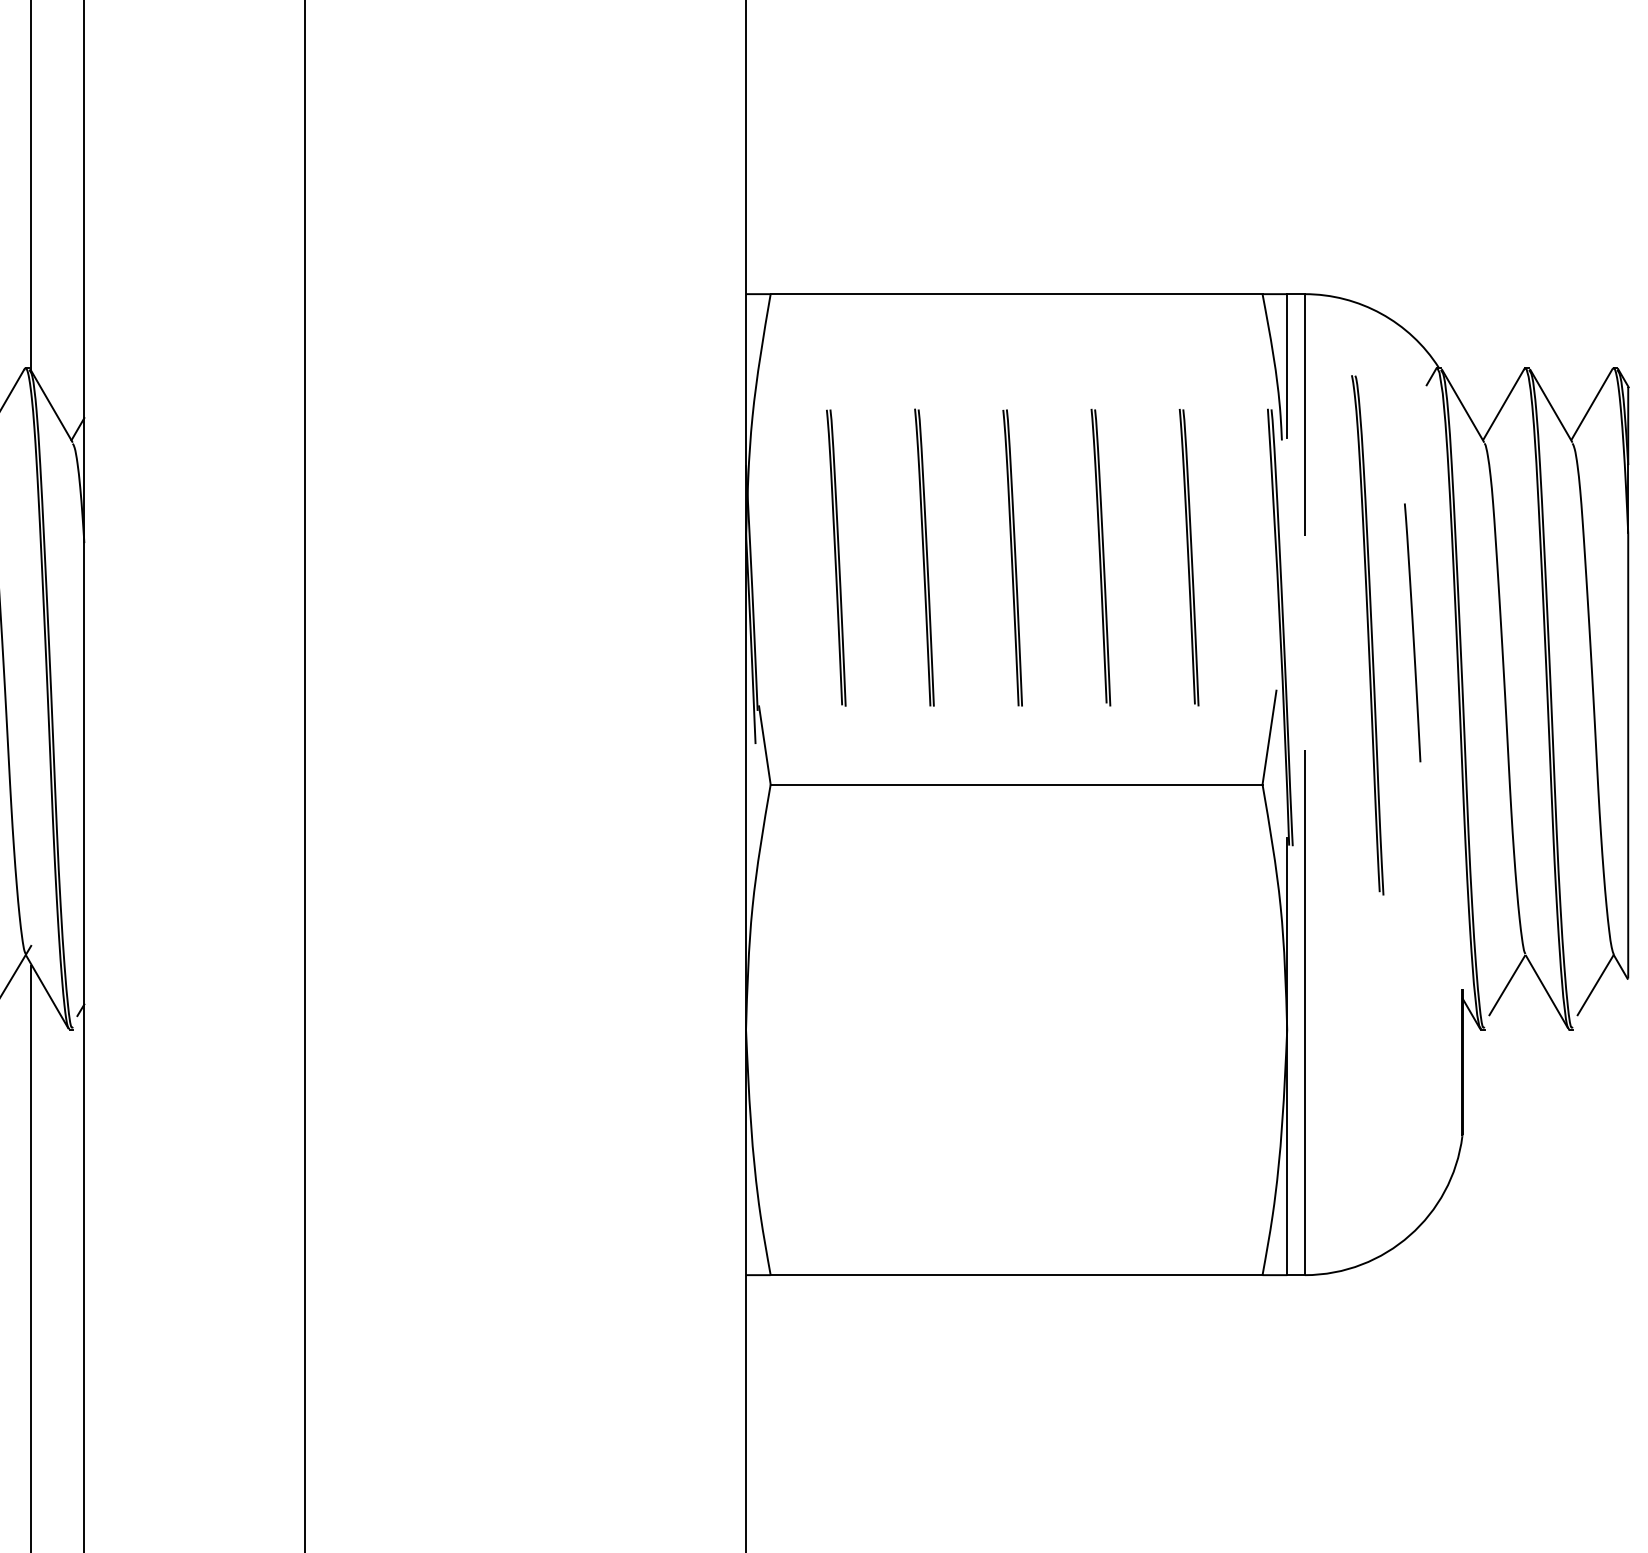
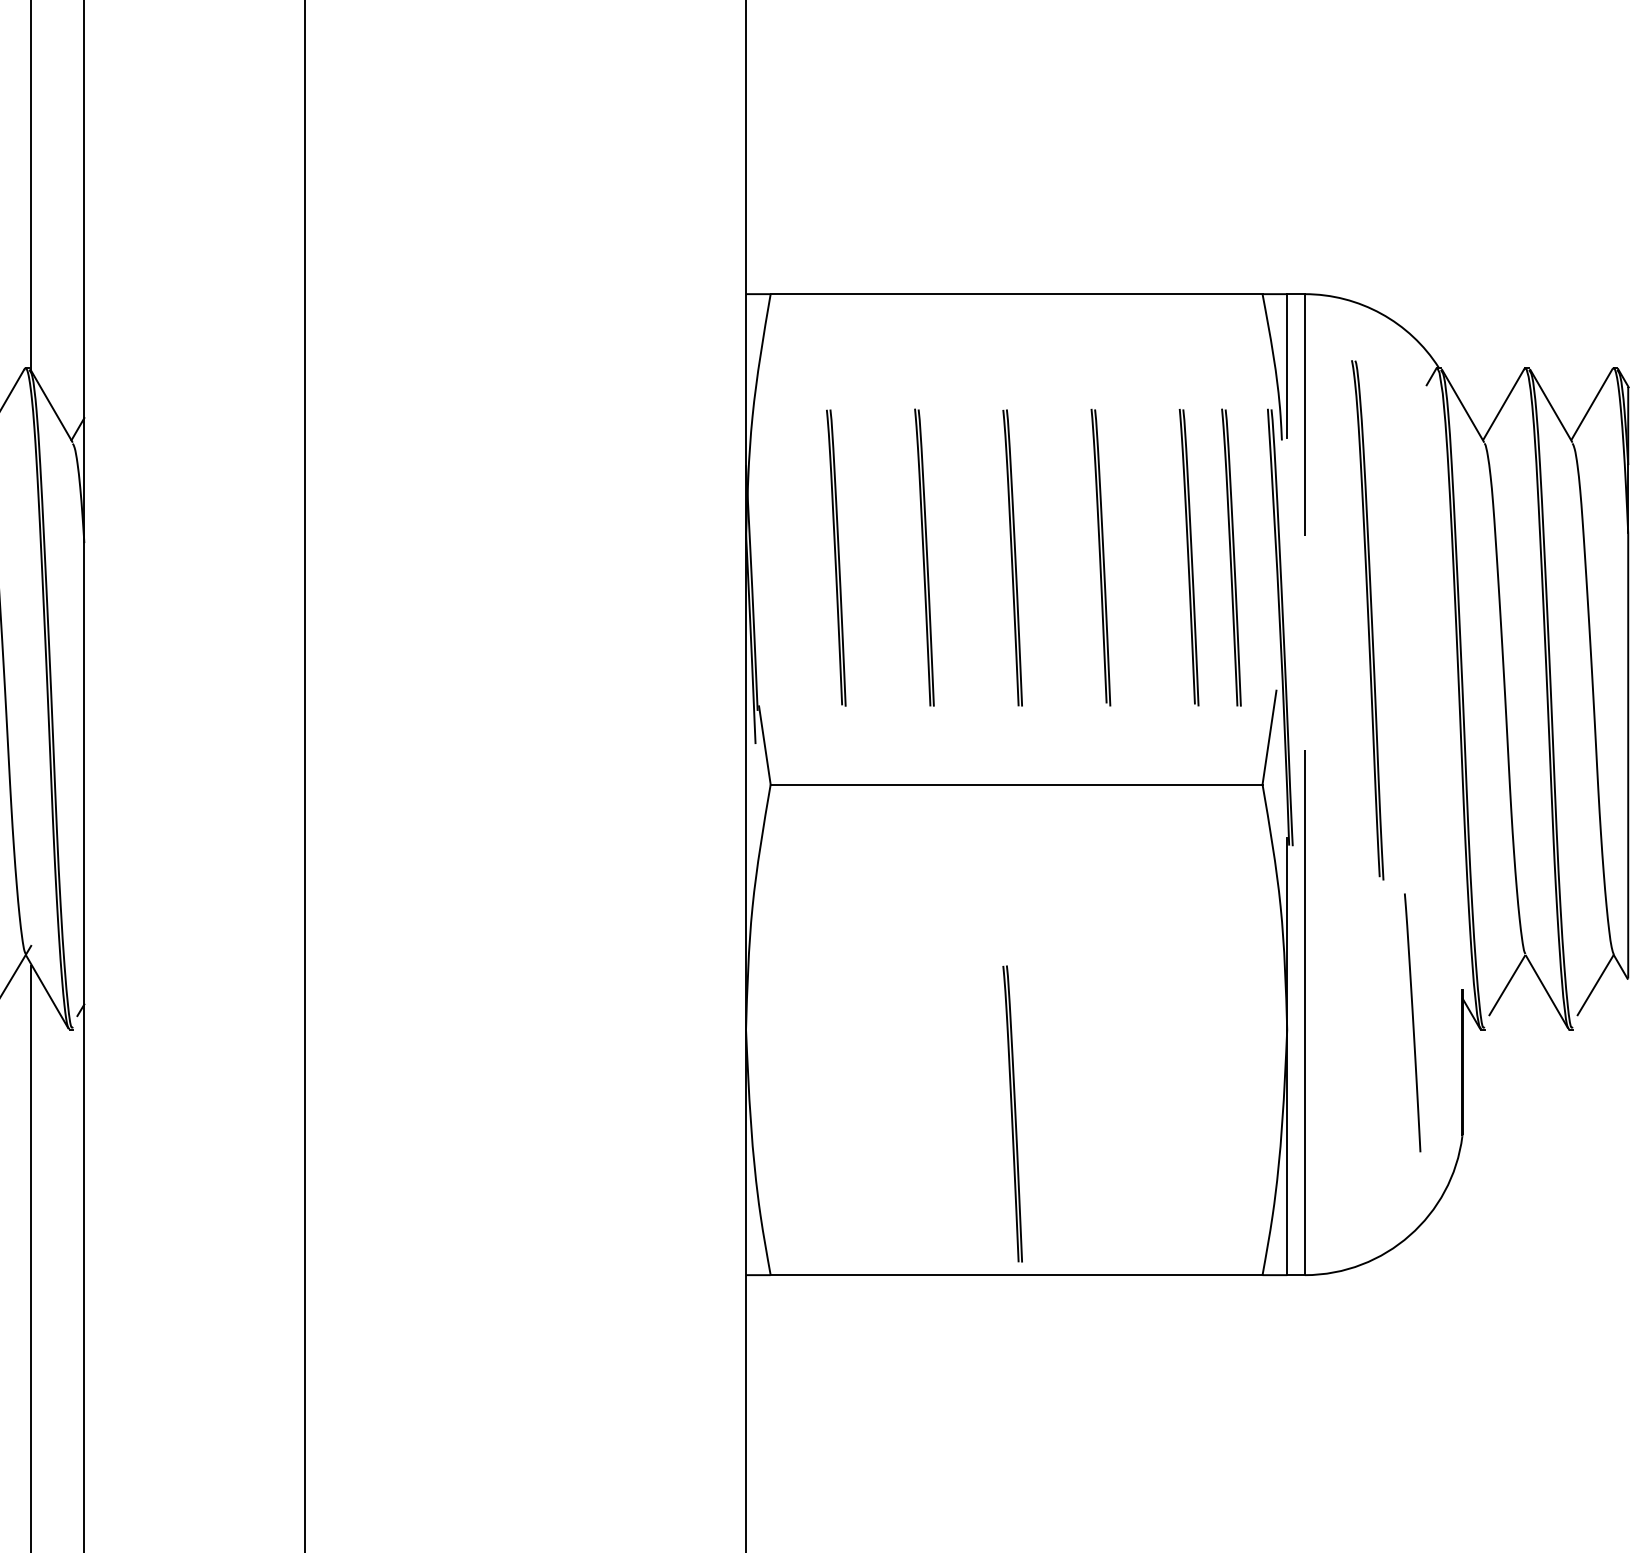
part at (1231, 557): none -> present
line at (1412, 632) position: (1412, 632) -> (1412, 1022)
part at (1367, 635) position: (1367, 635) -> (1367, 620)
part at (1012, 1113): none -> present
